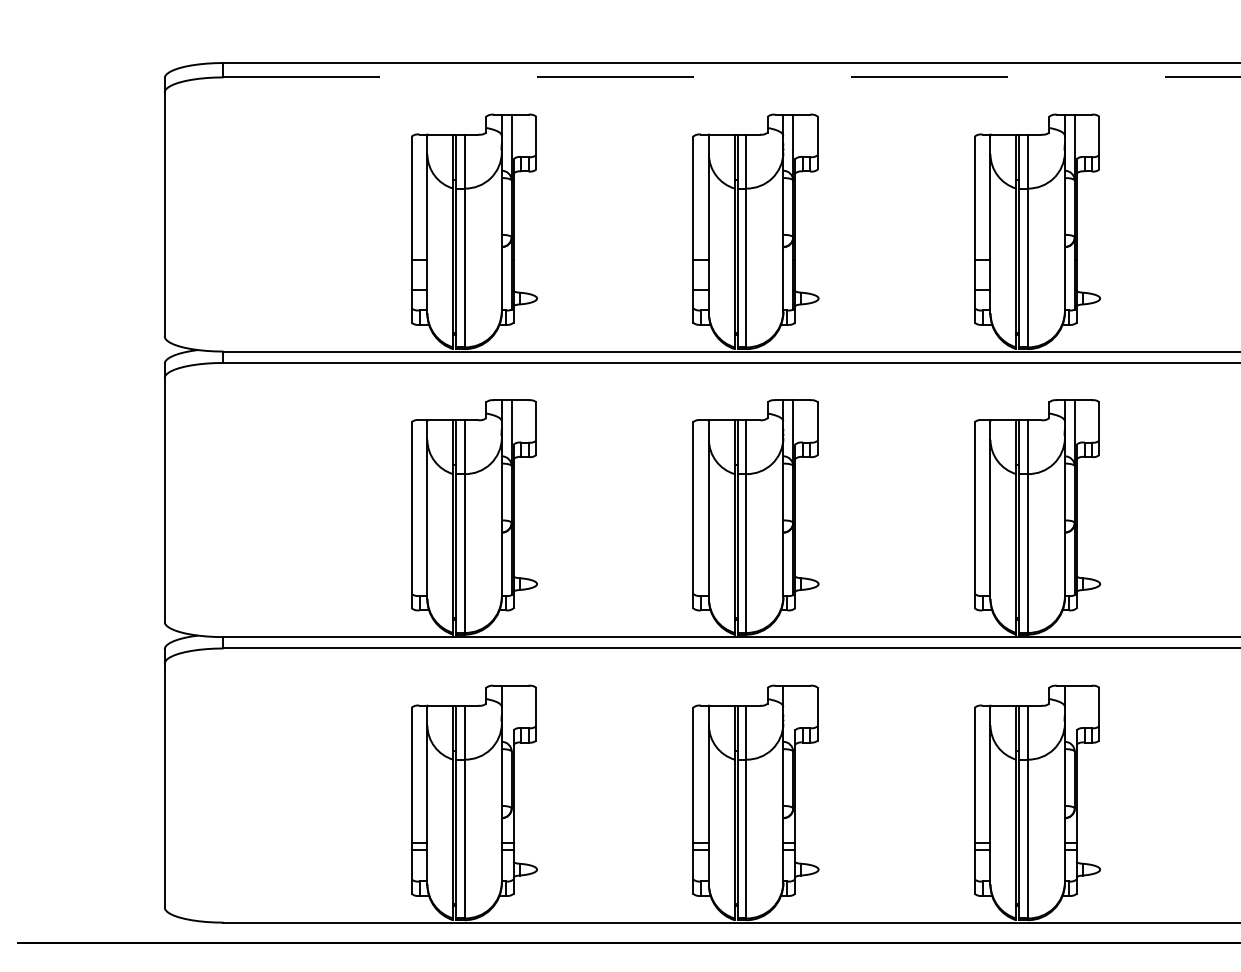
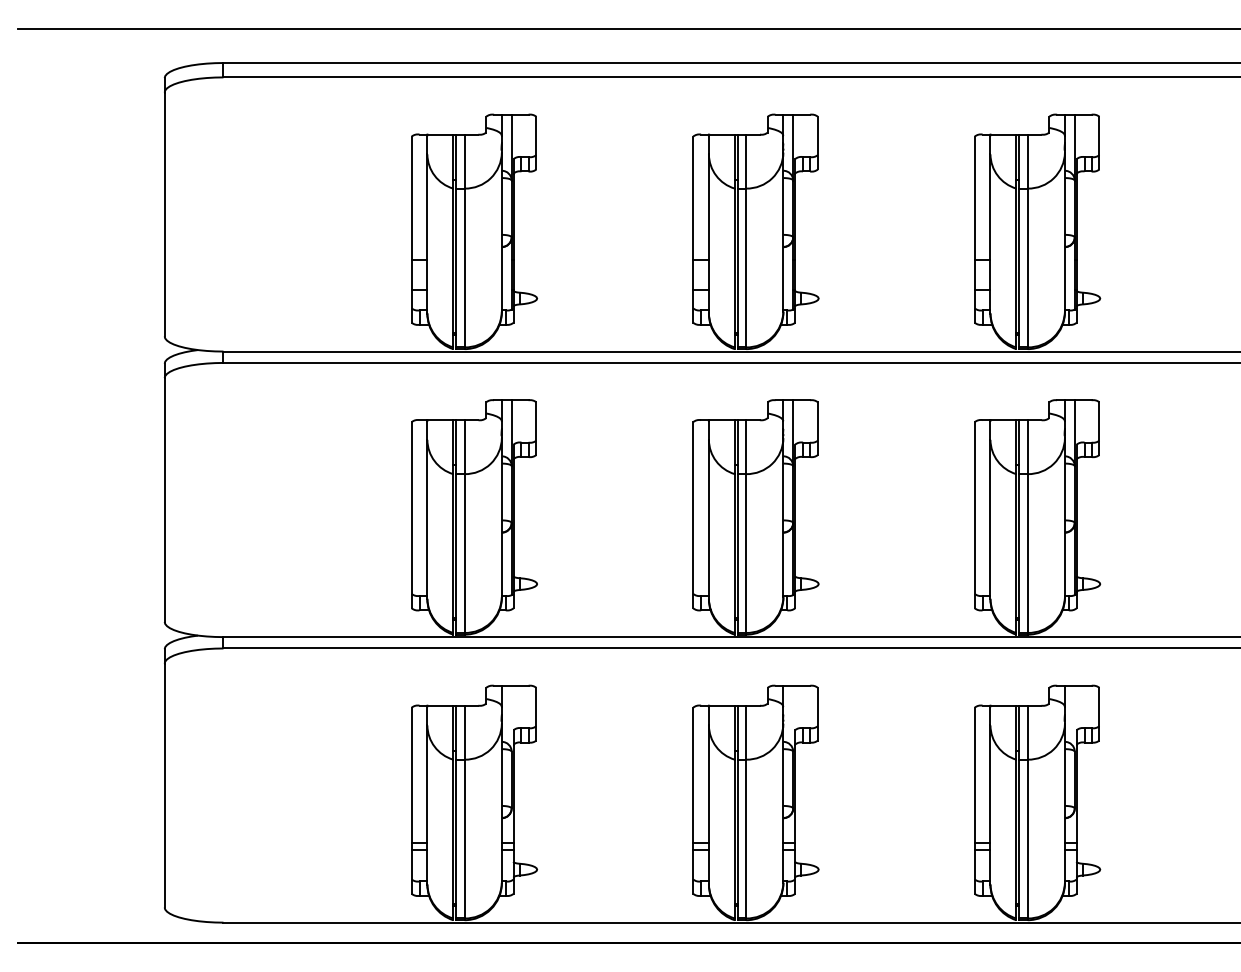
line at (627, 28): none -> present
line at (732, 77): dashed -> solid
